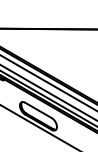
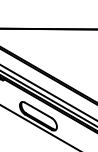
line at (48, 82): present -> none
